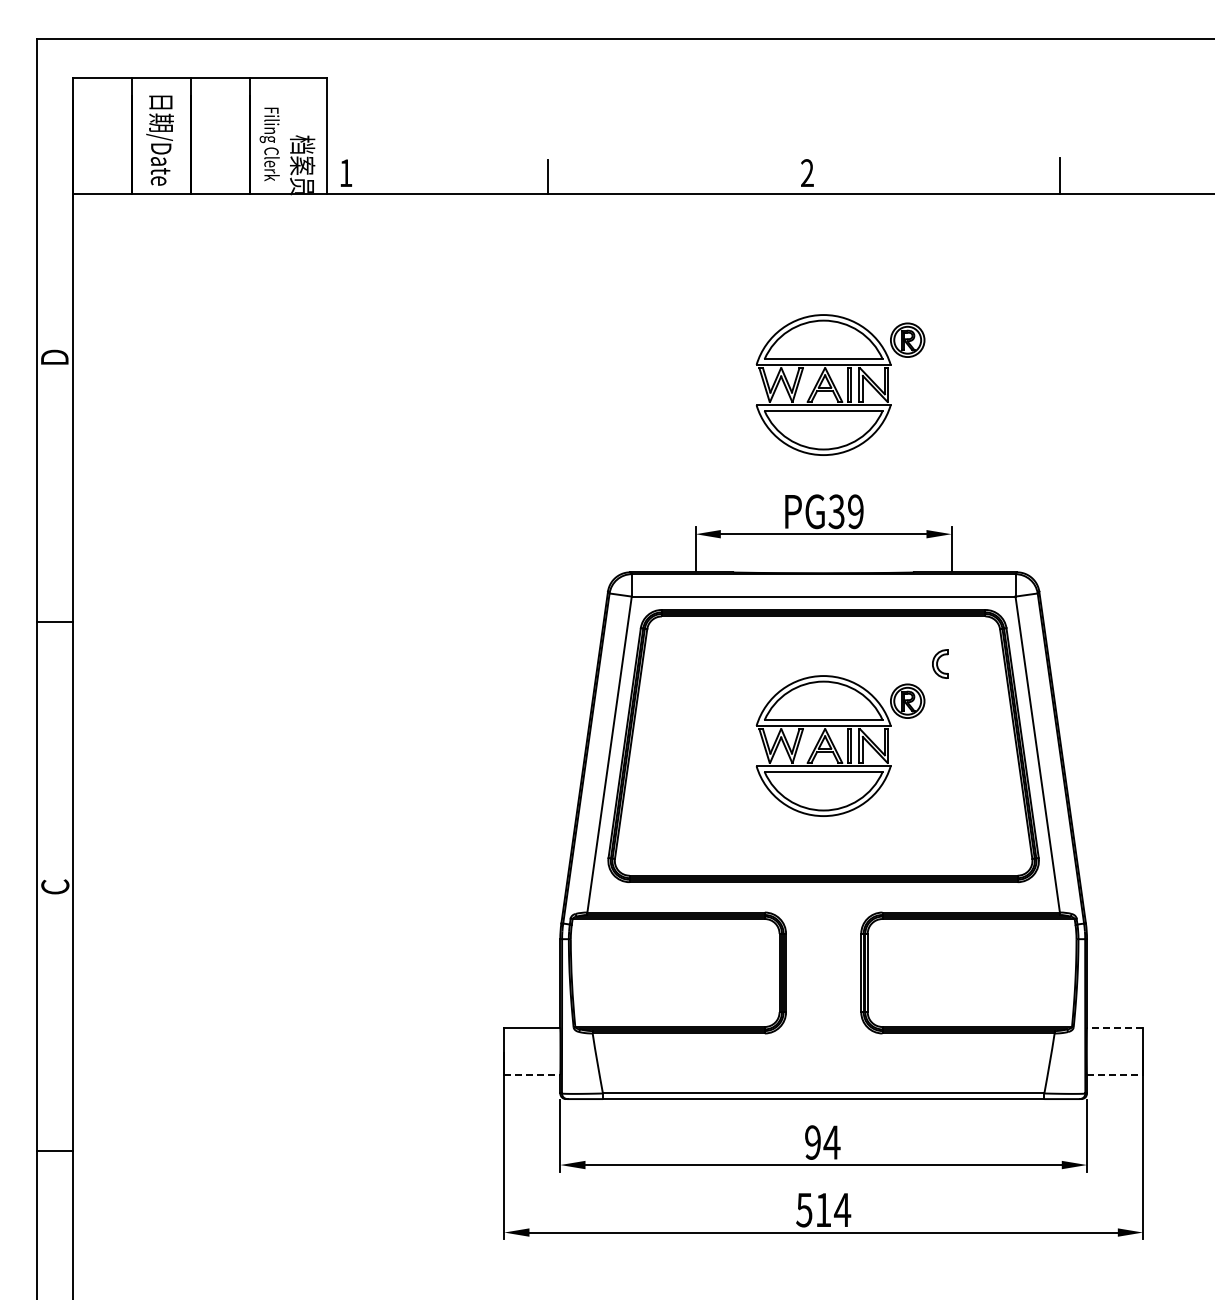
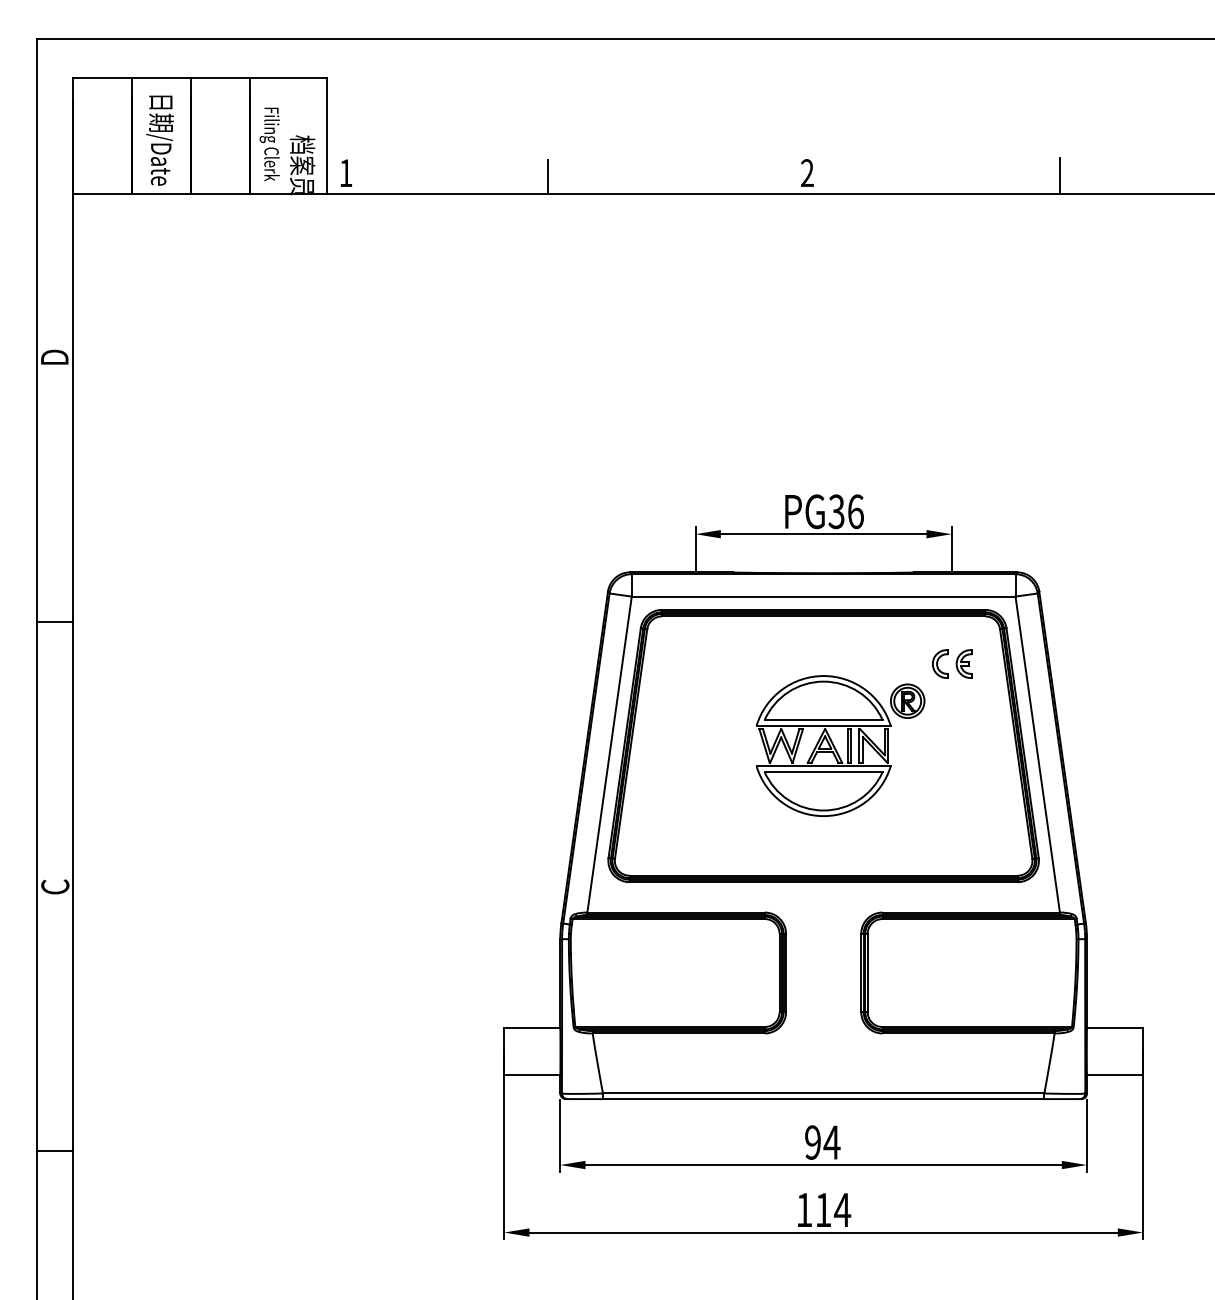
part at (840, 384): present -> none
text at (855, 511): PG39 -> PG36
part at (963, 663): none -> present
line at (1114, 1027): dashed -> solid
line at (532, 1075): dashed -> solid
line at (1115, 1075): dashed -> solid
text at (804, 1210): 514 -> 114
